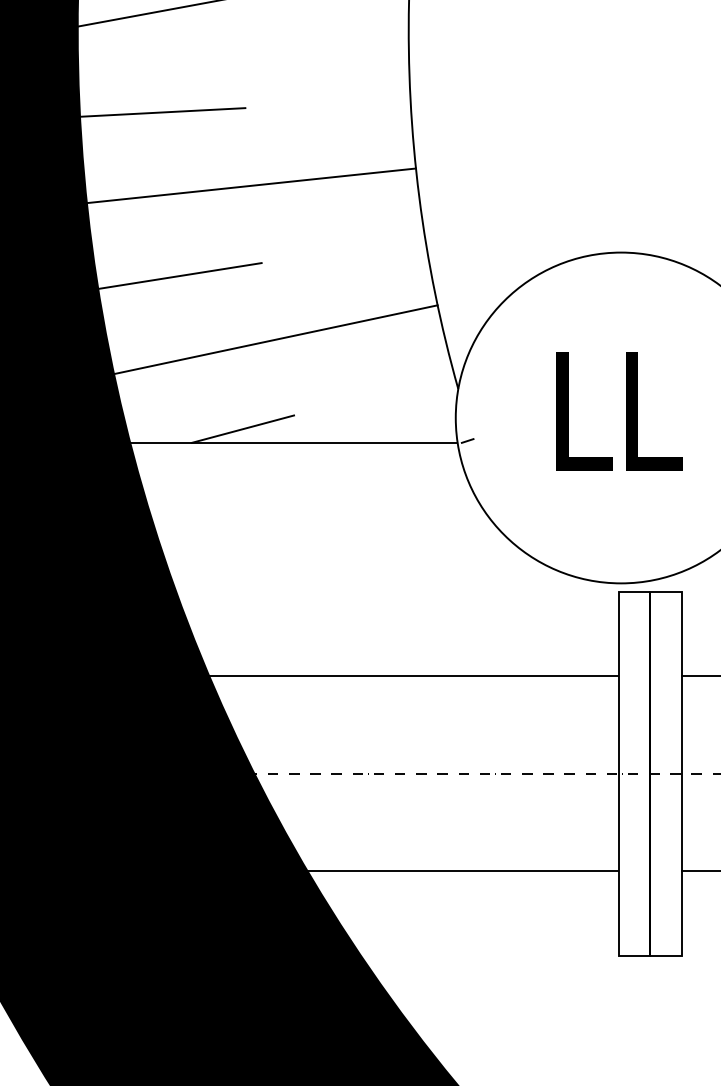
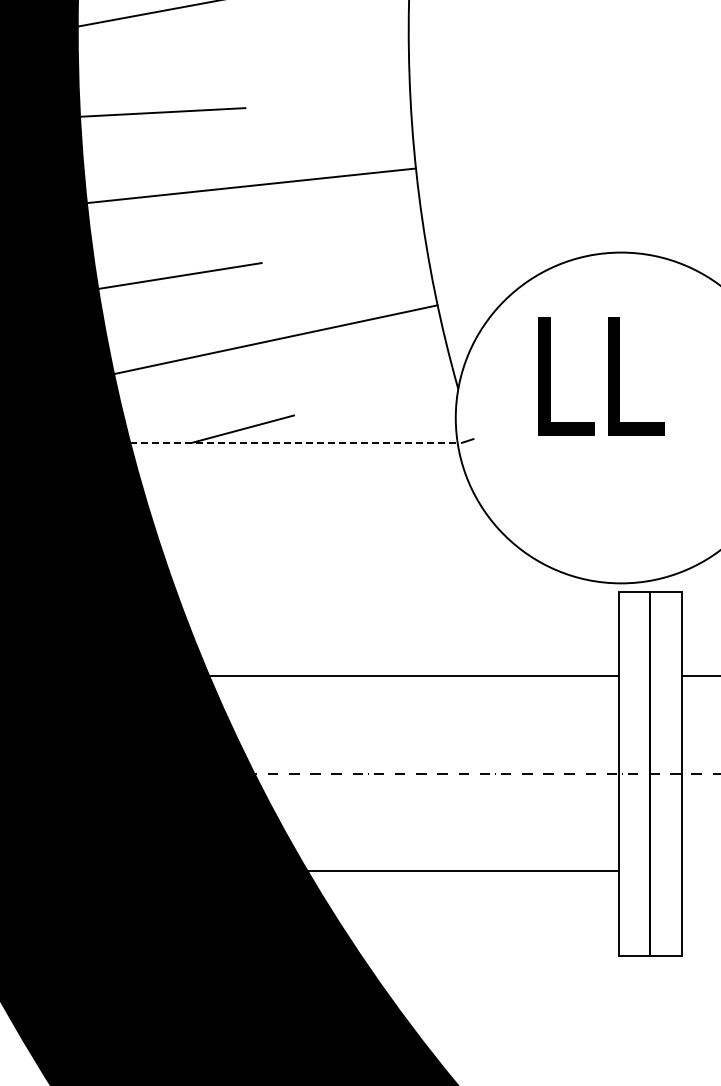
text at (619, 411) position: (619, 411) -> (601, 376)
line at (293, 442): solid -> dashed
line at (699, 871): present -> none
